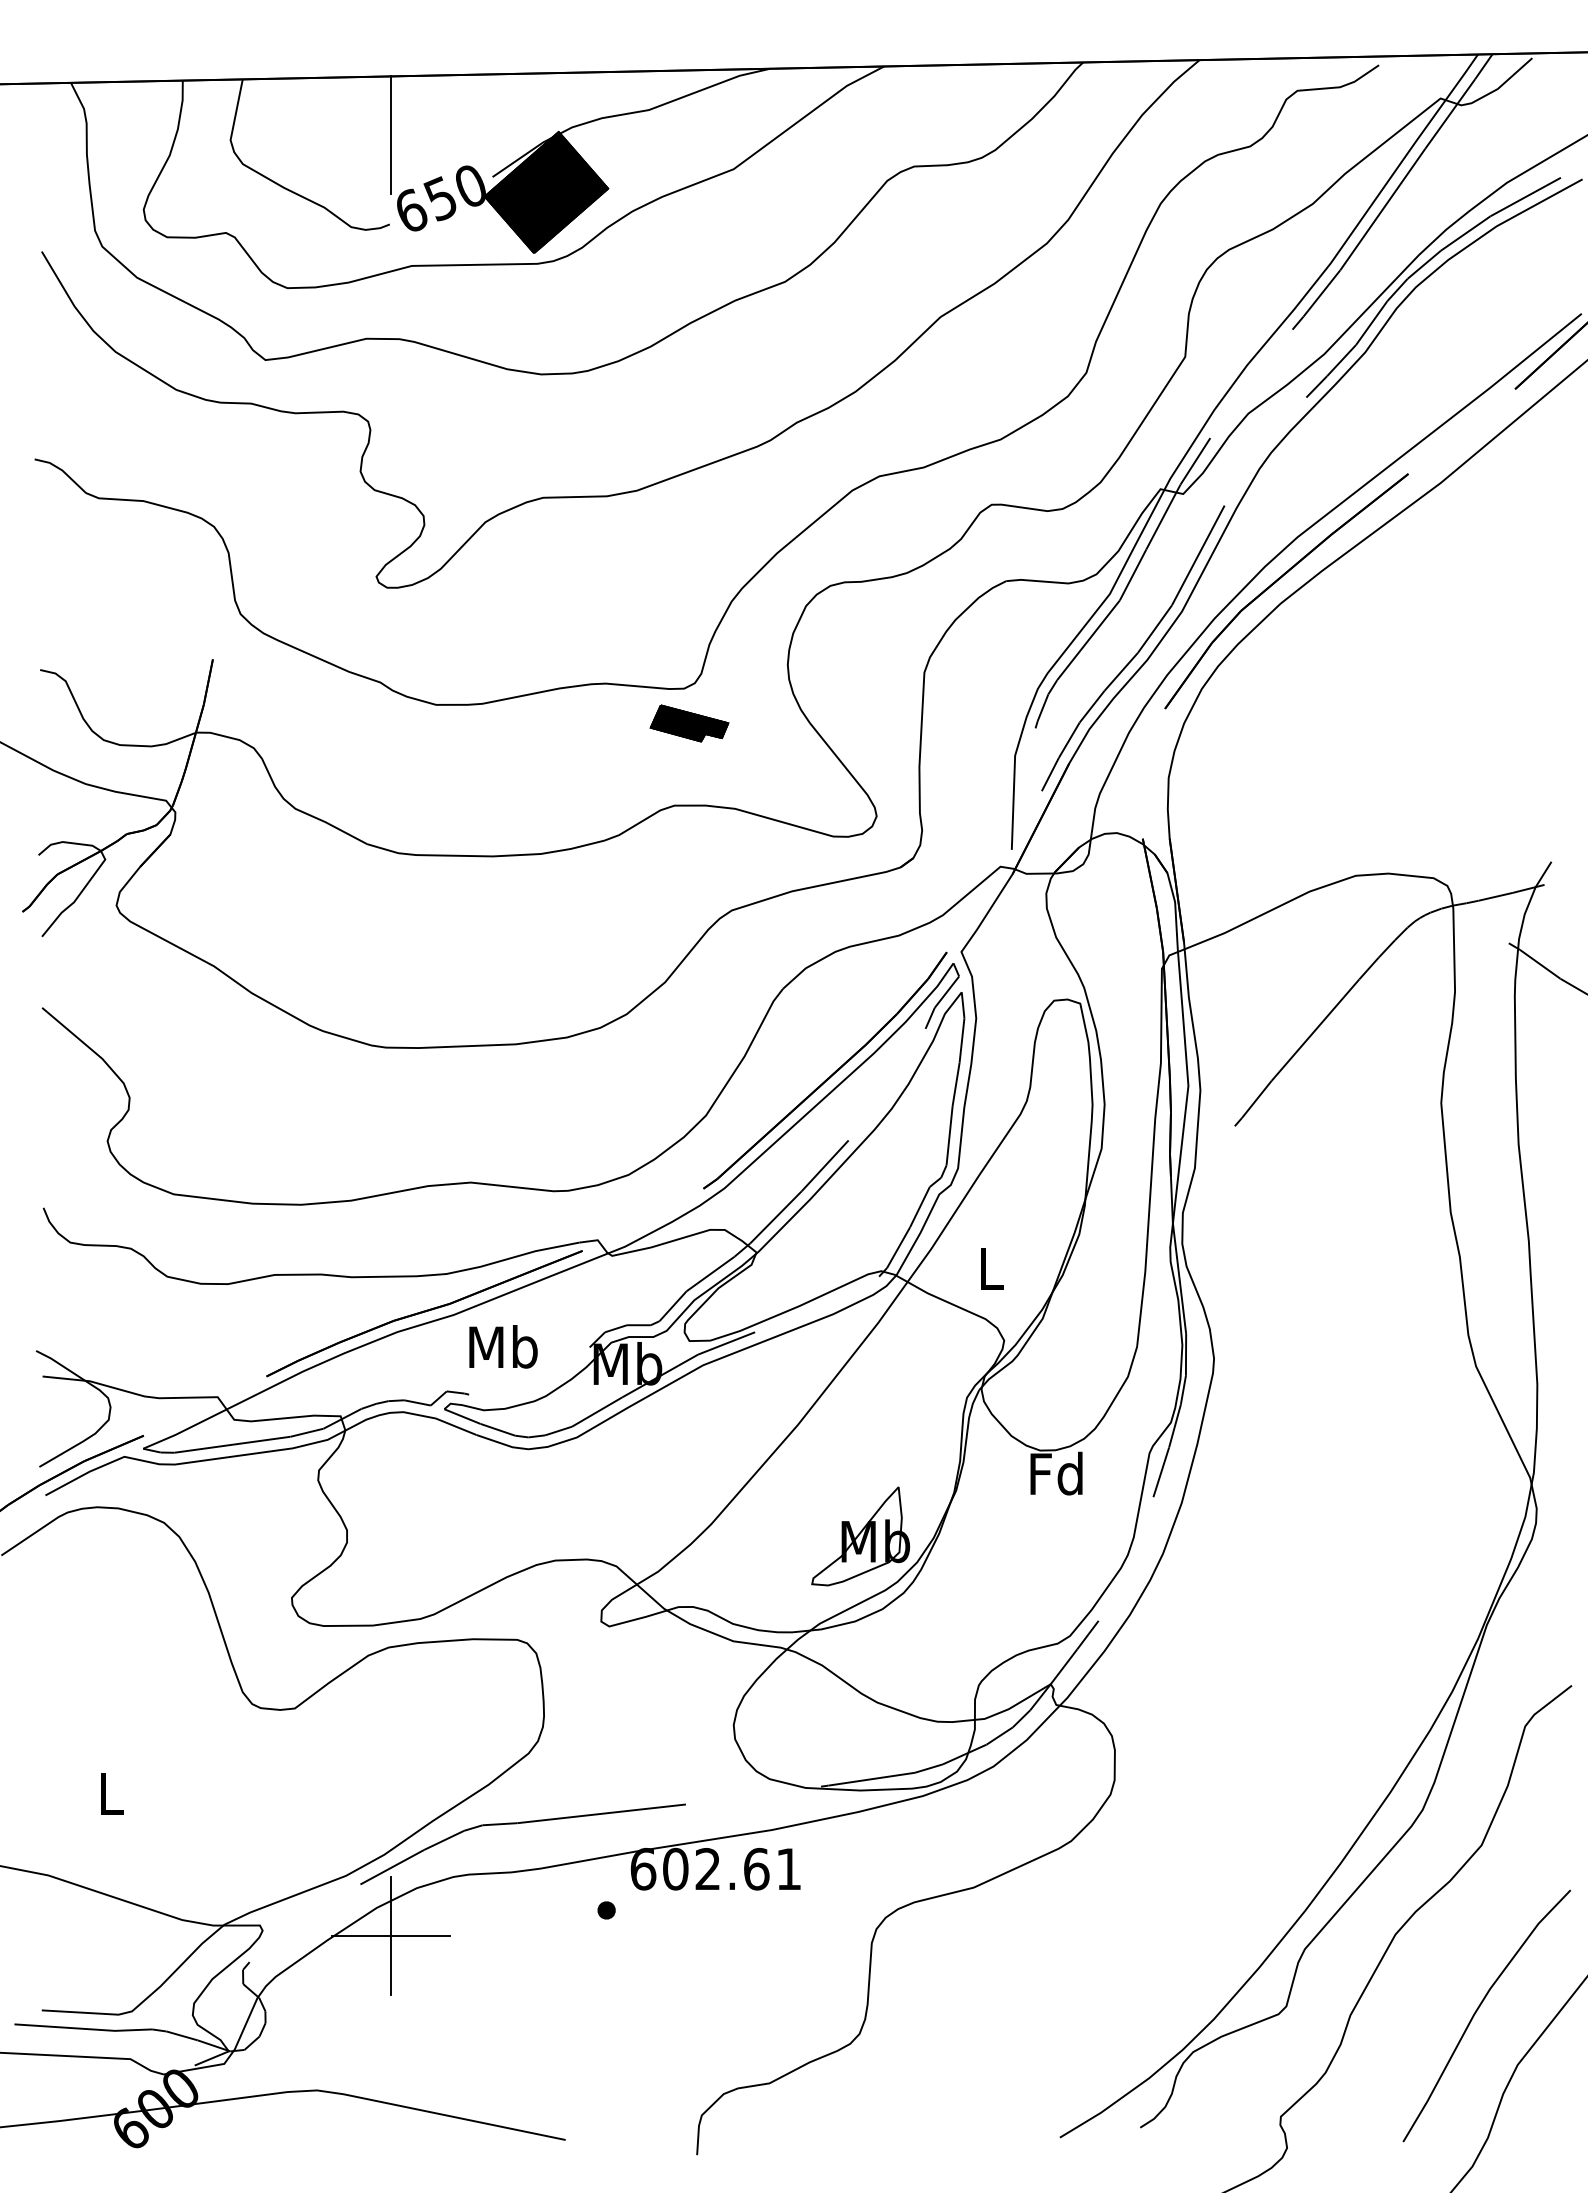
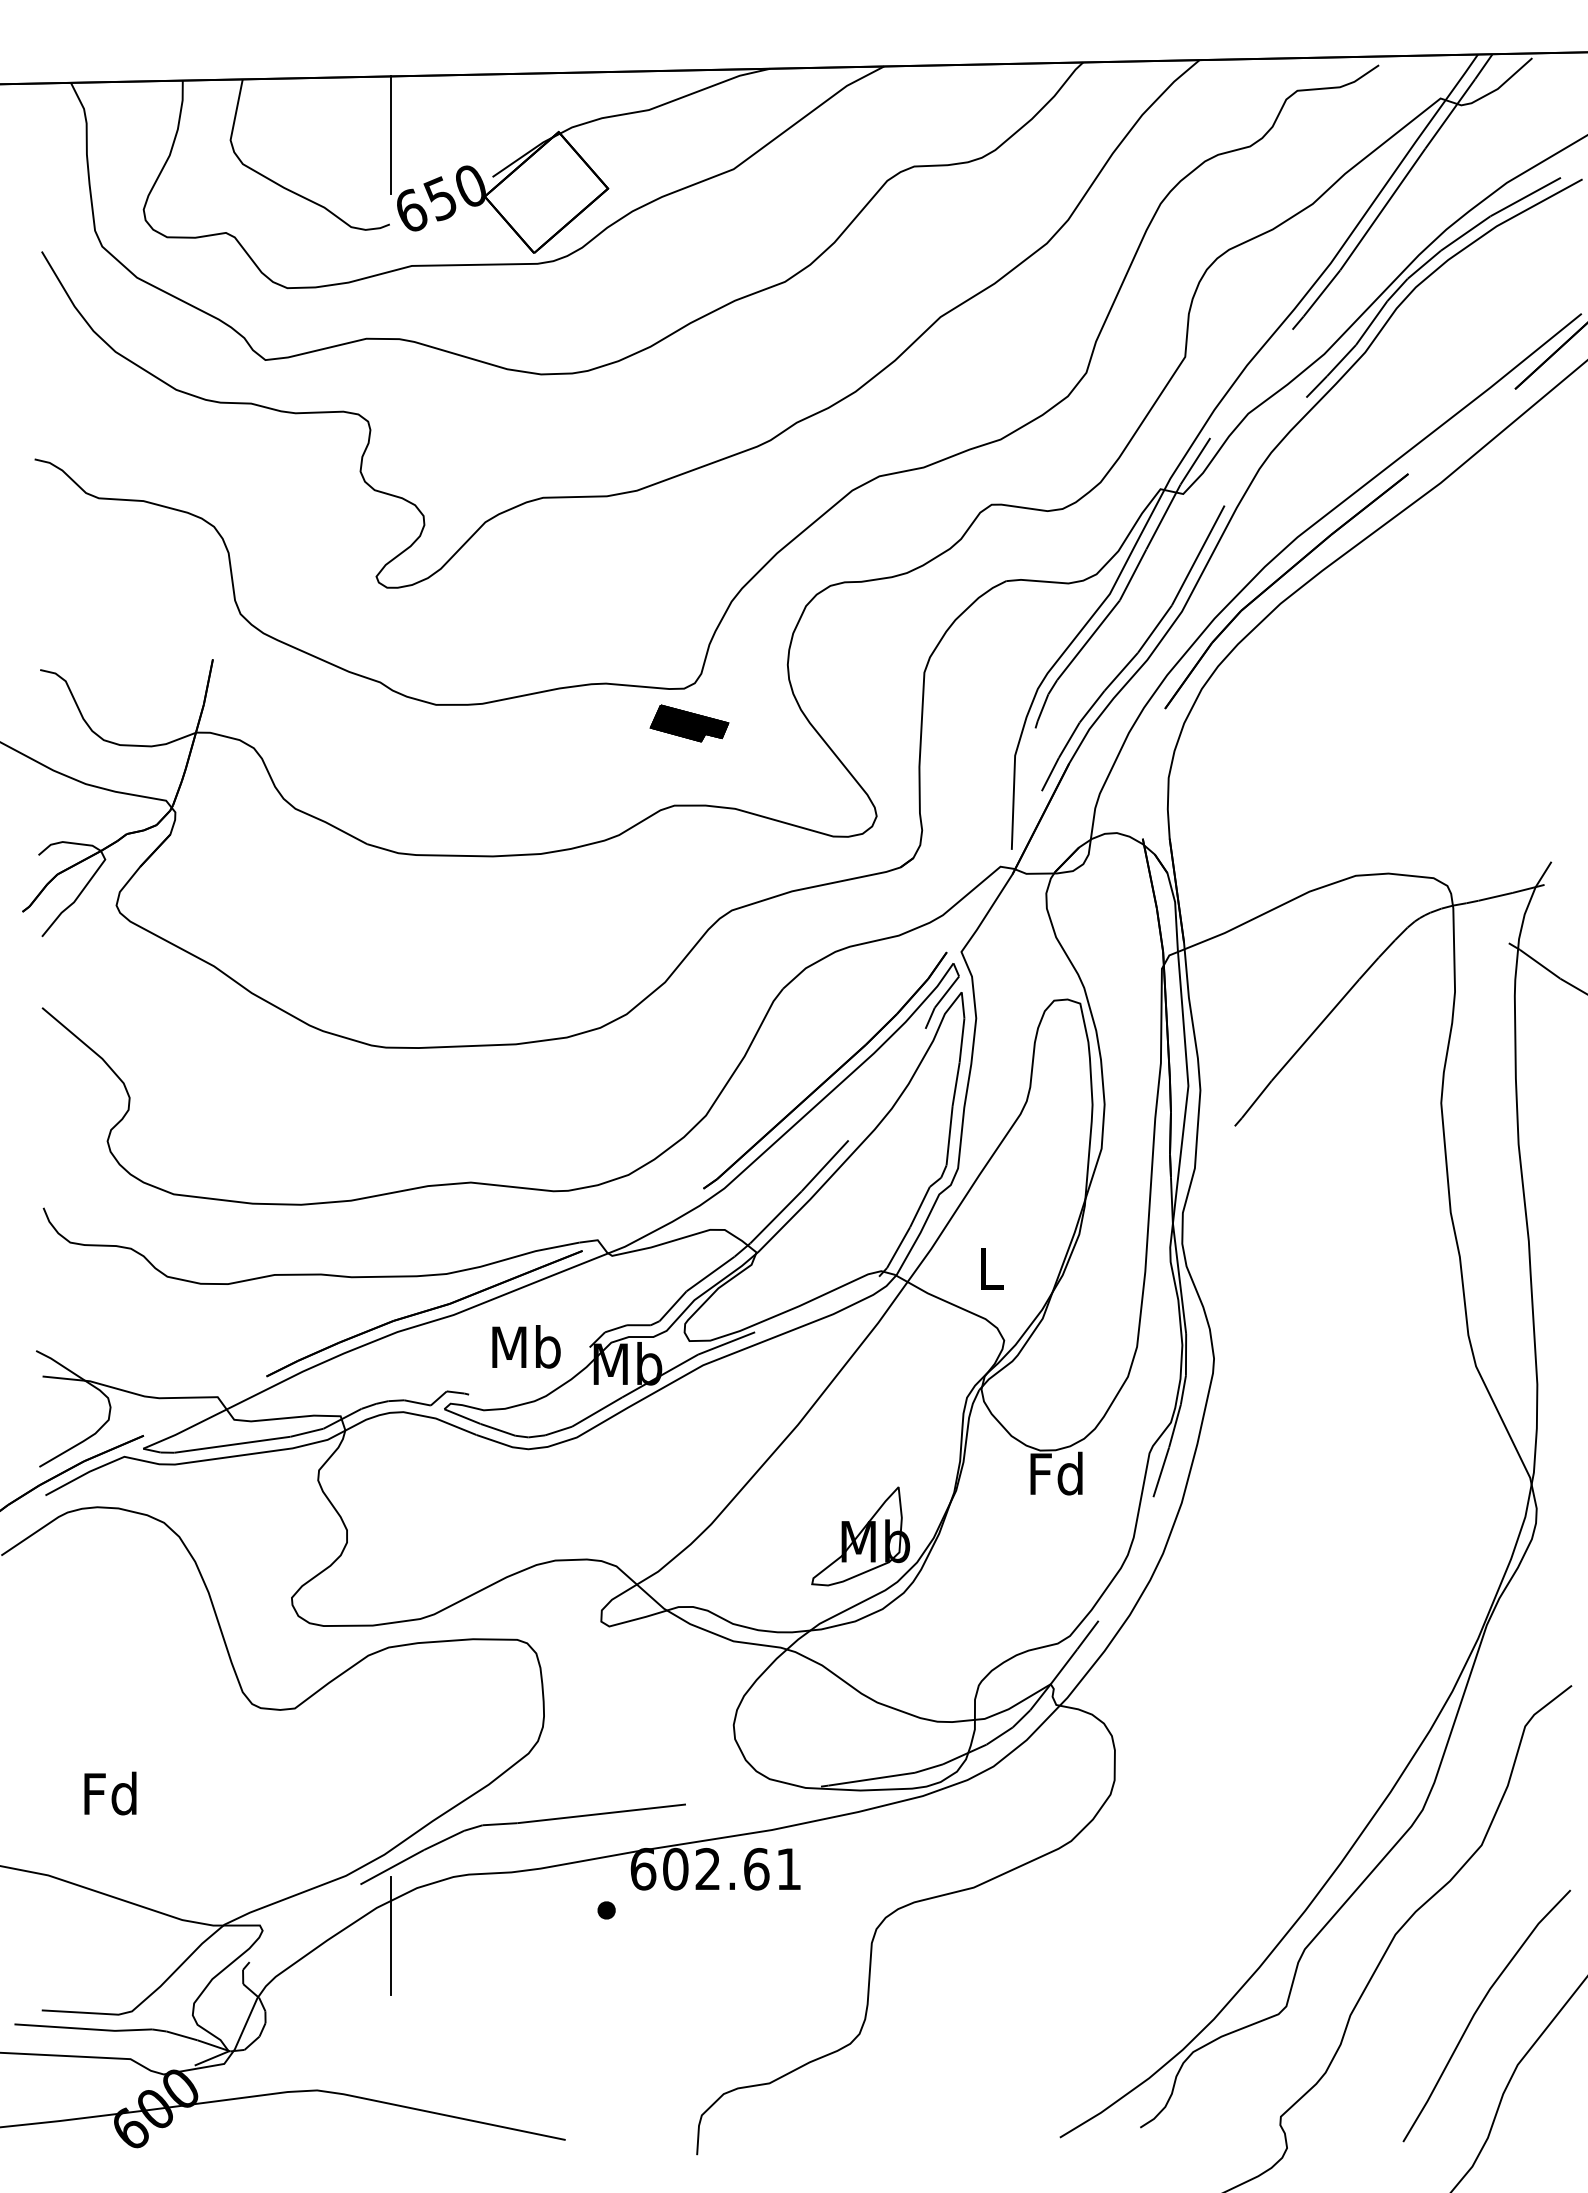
fill at (546, 192): present -> none
text at (503, 1346) position: (503, 1346) -> (526, 1346)
text at (110, 1793): L -> Fd
line at (390, 1935): present -> none
